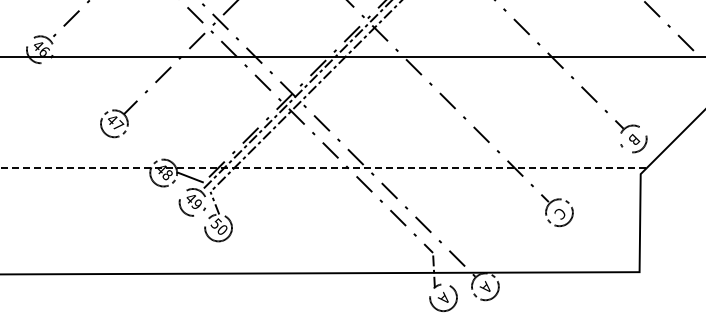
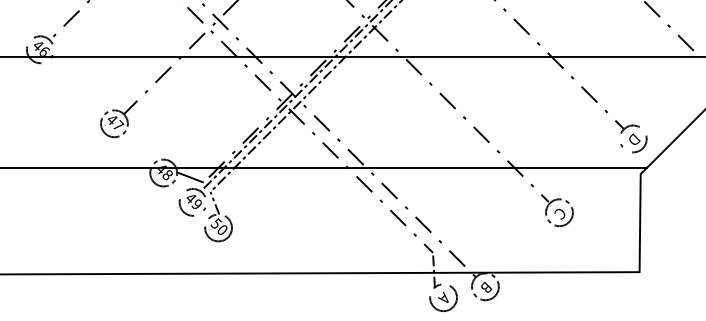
text at (634, 138): B -> D
line at (324, 167): dashed -> solid
text at (485, 286): A -> B
